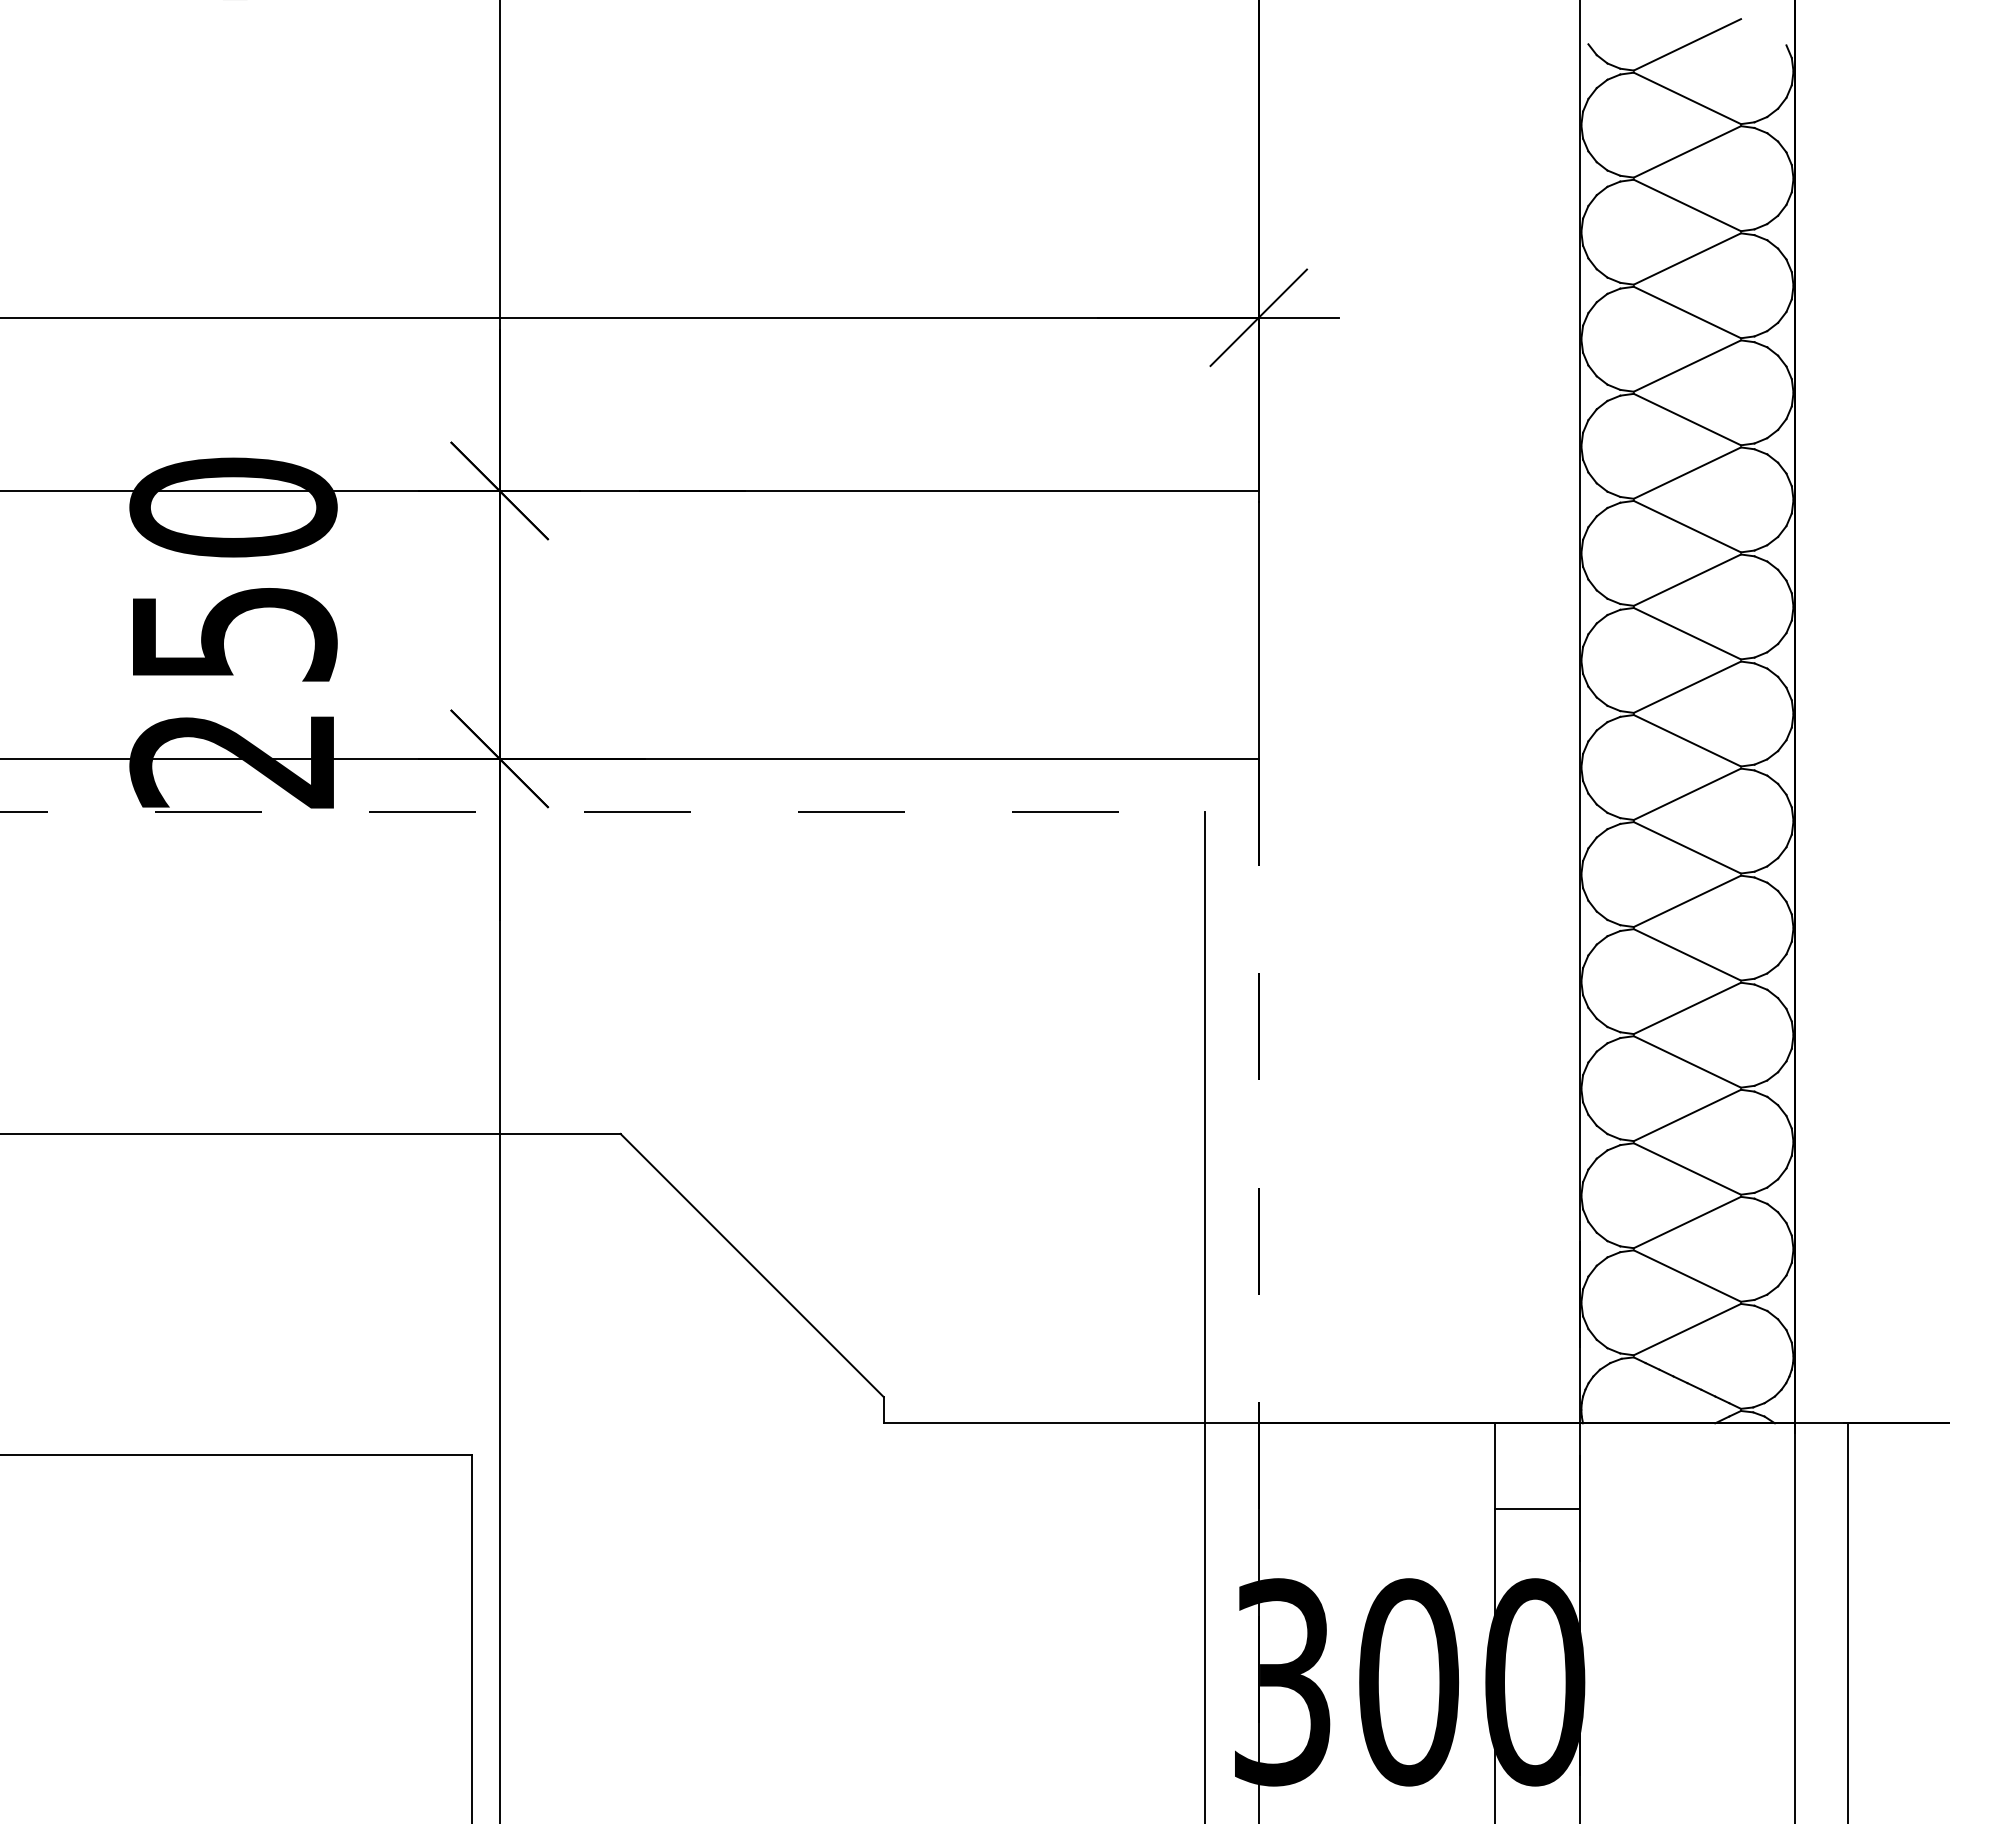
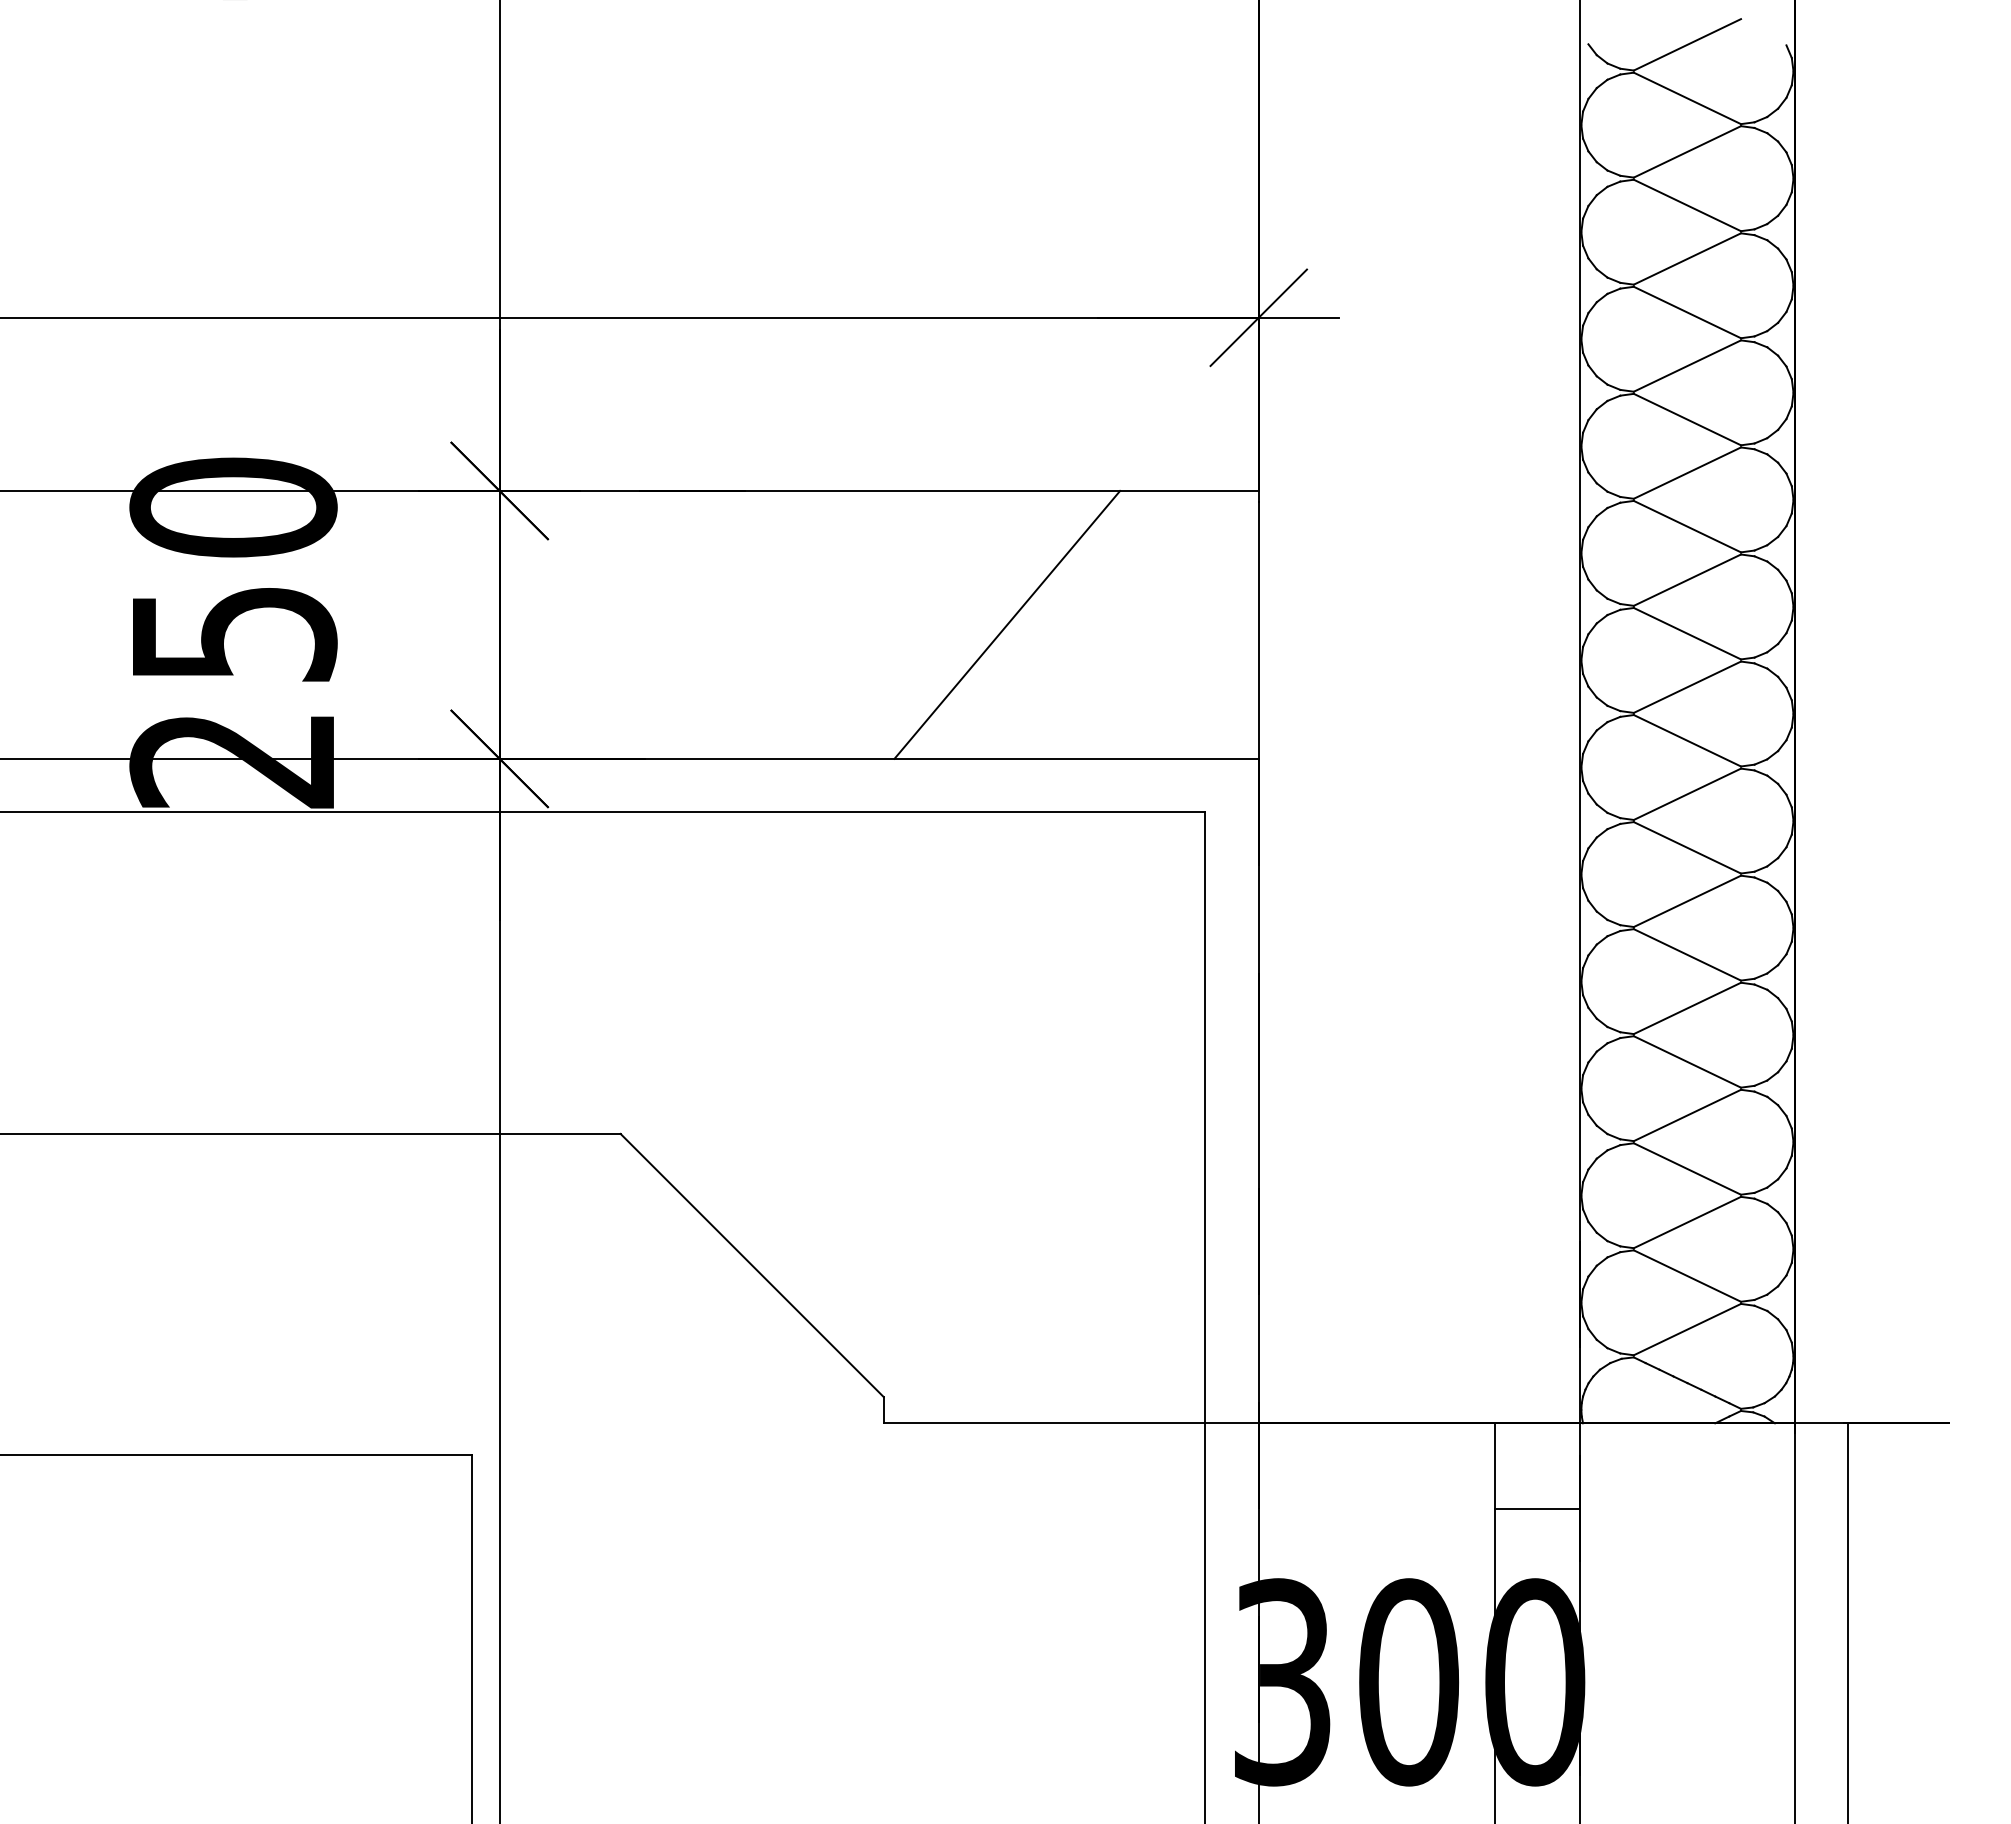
line at (1007, 624): none -> present
line at (603, 812): dashed -> solid
line at (1258, 1091): dashed -> solid
